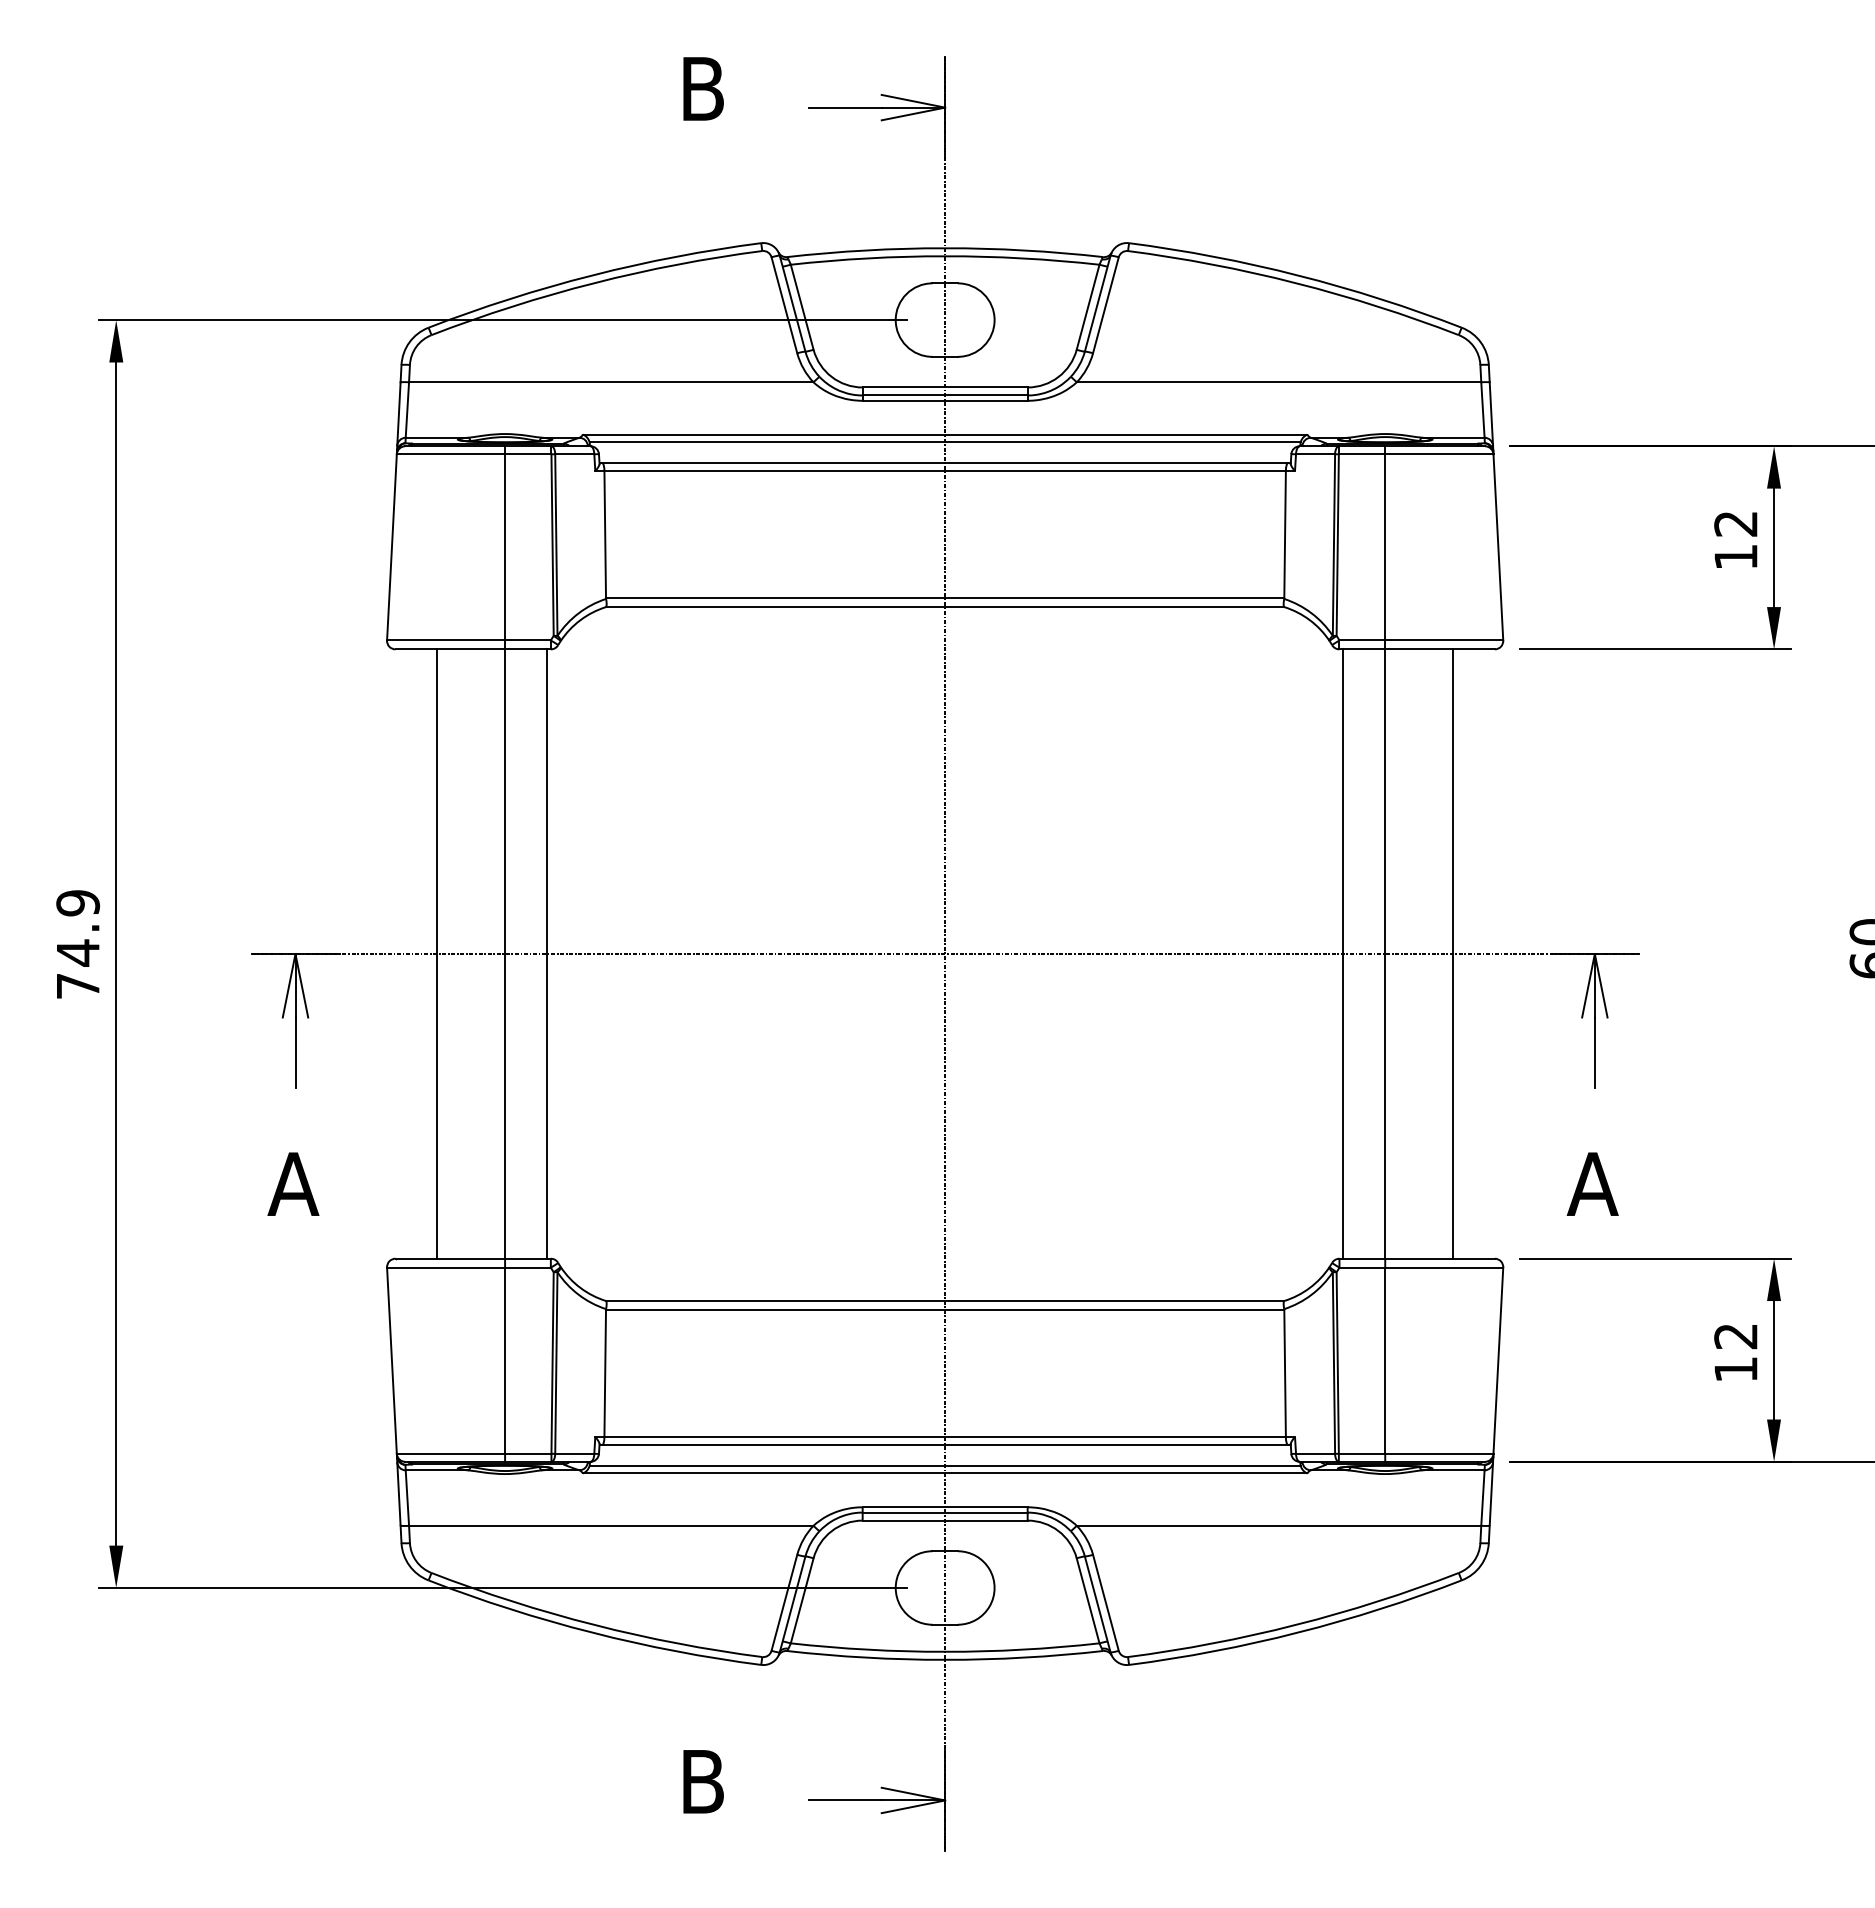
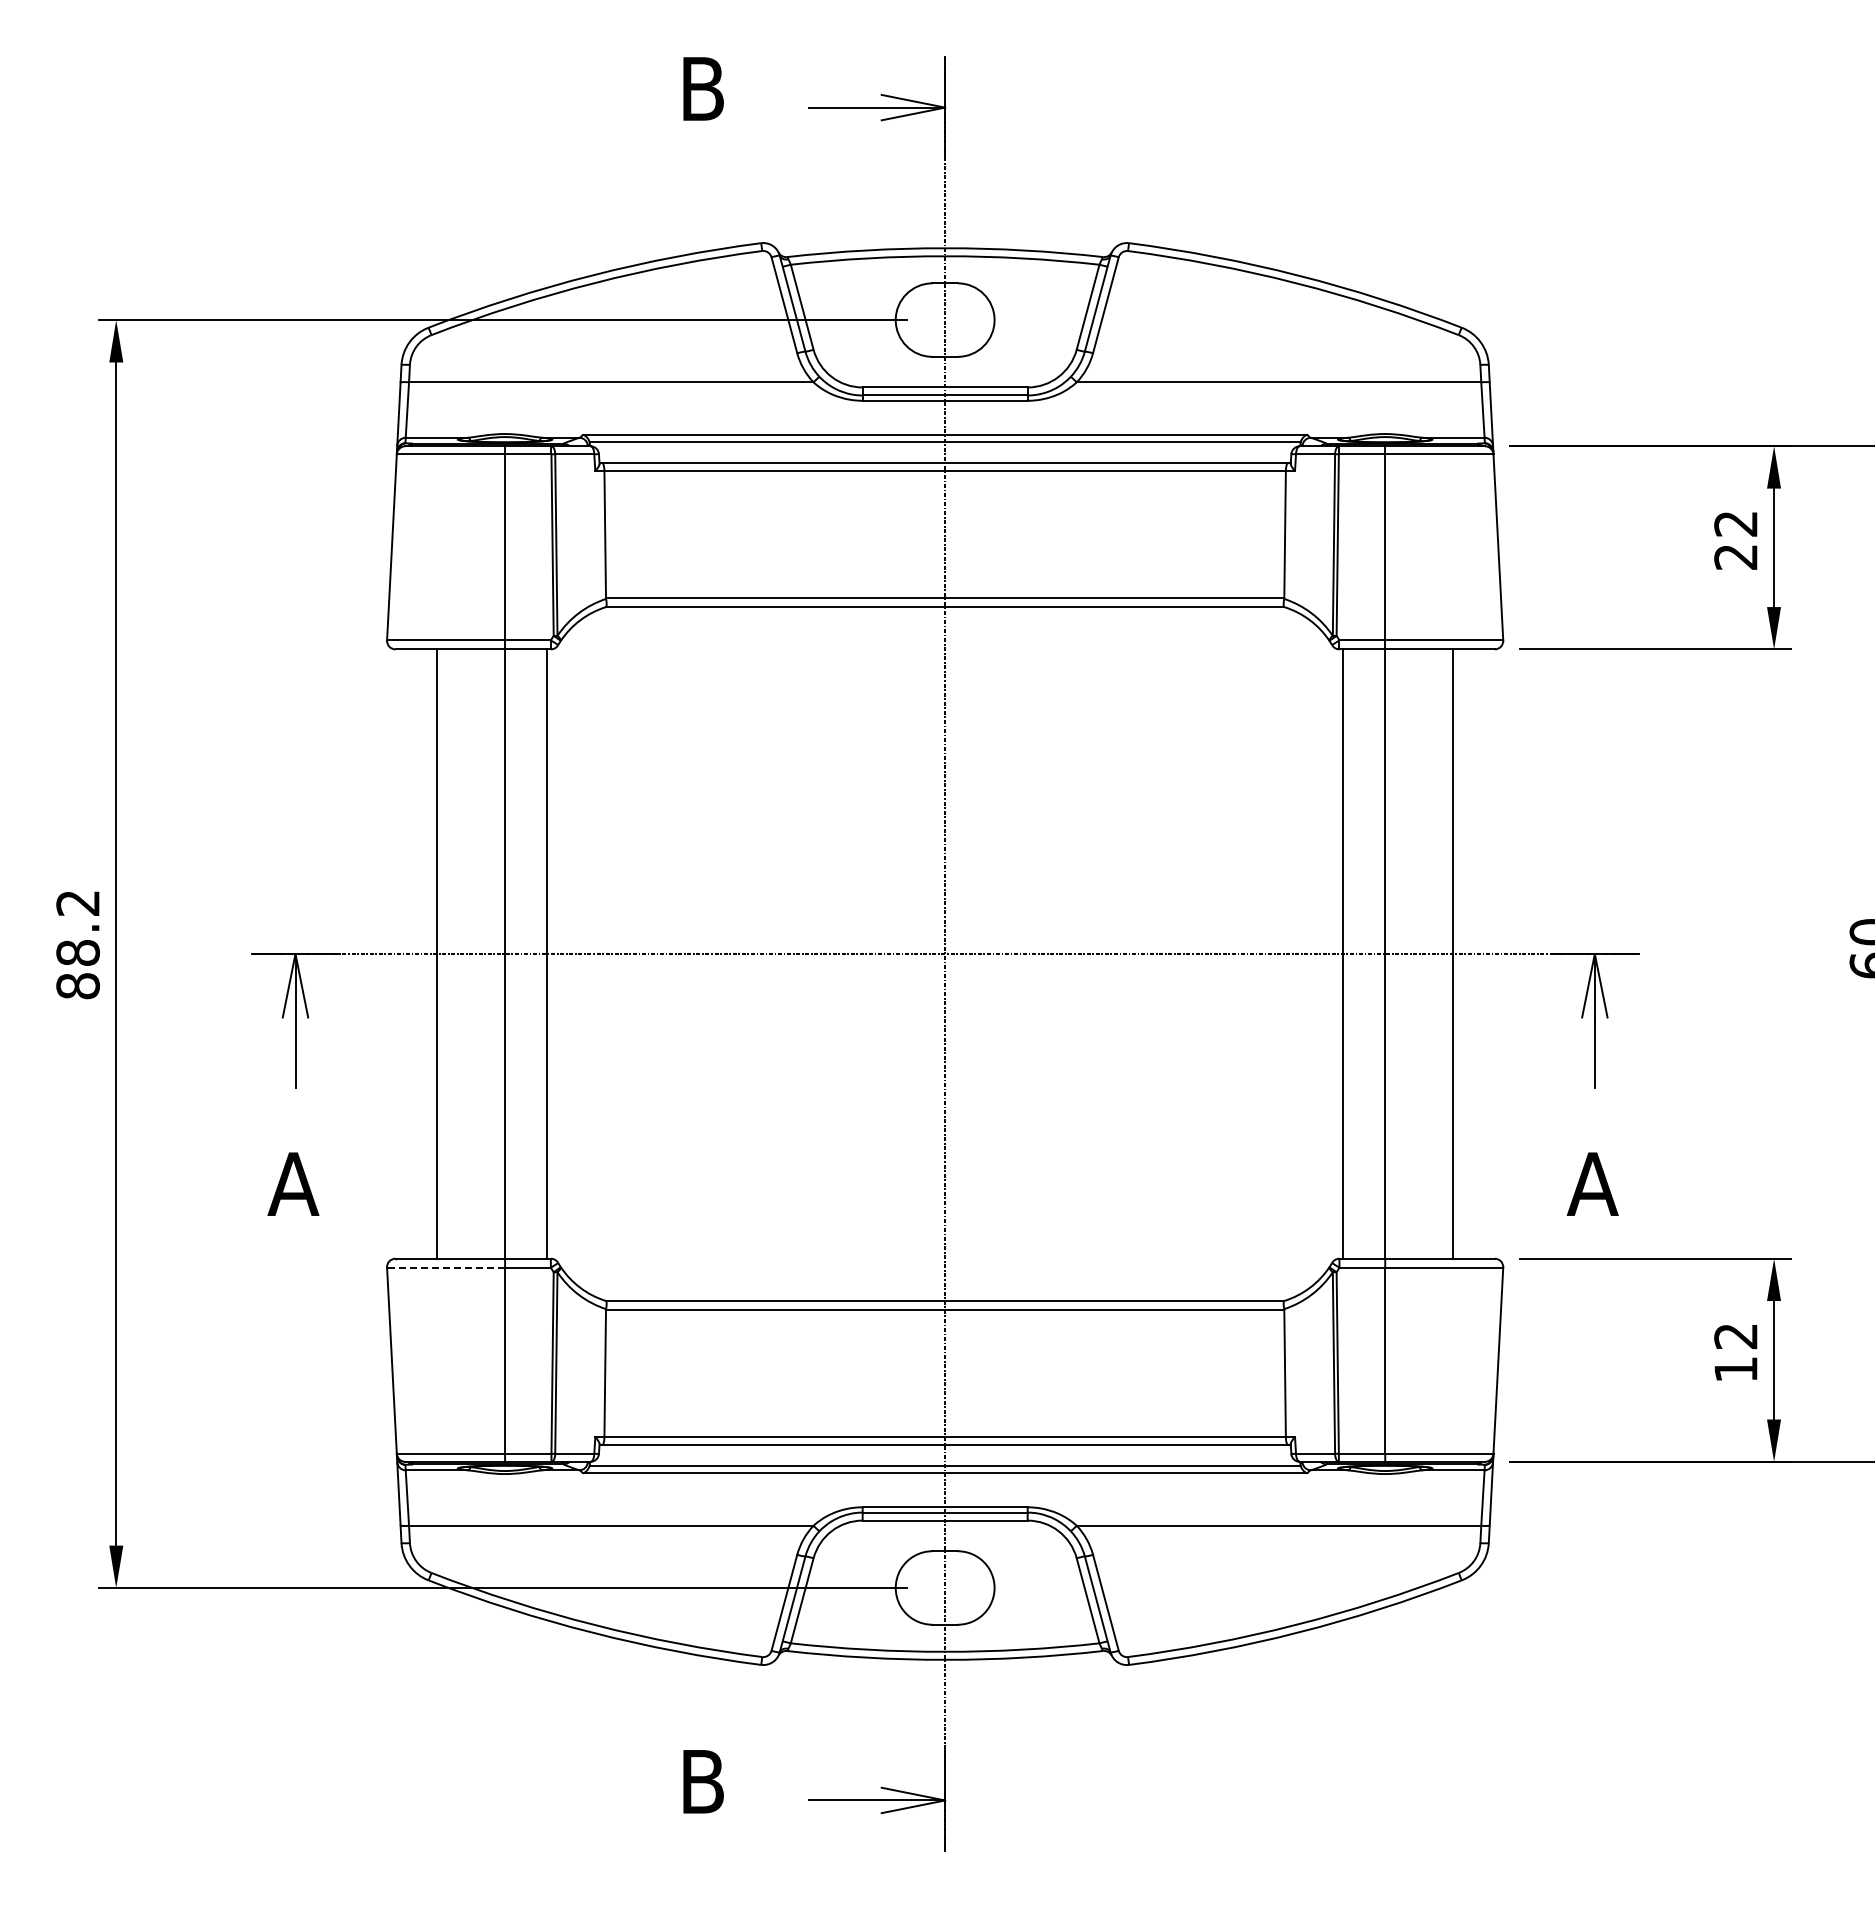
text at (1735, 557): 12 -> 22
text at (78, 944): 74.9 -> 88.2
line at (445, 1267): solid -> dashed
